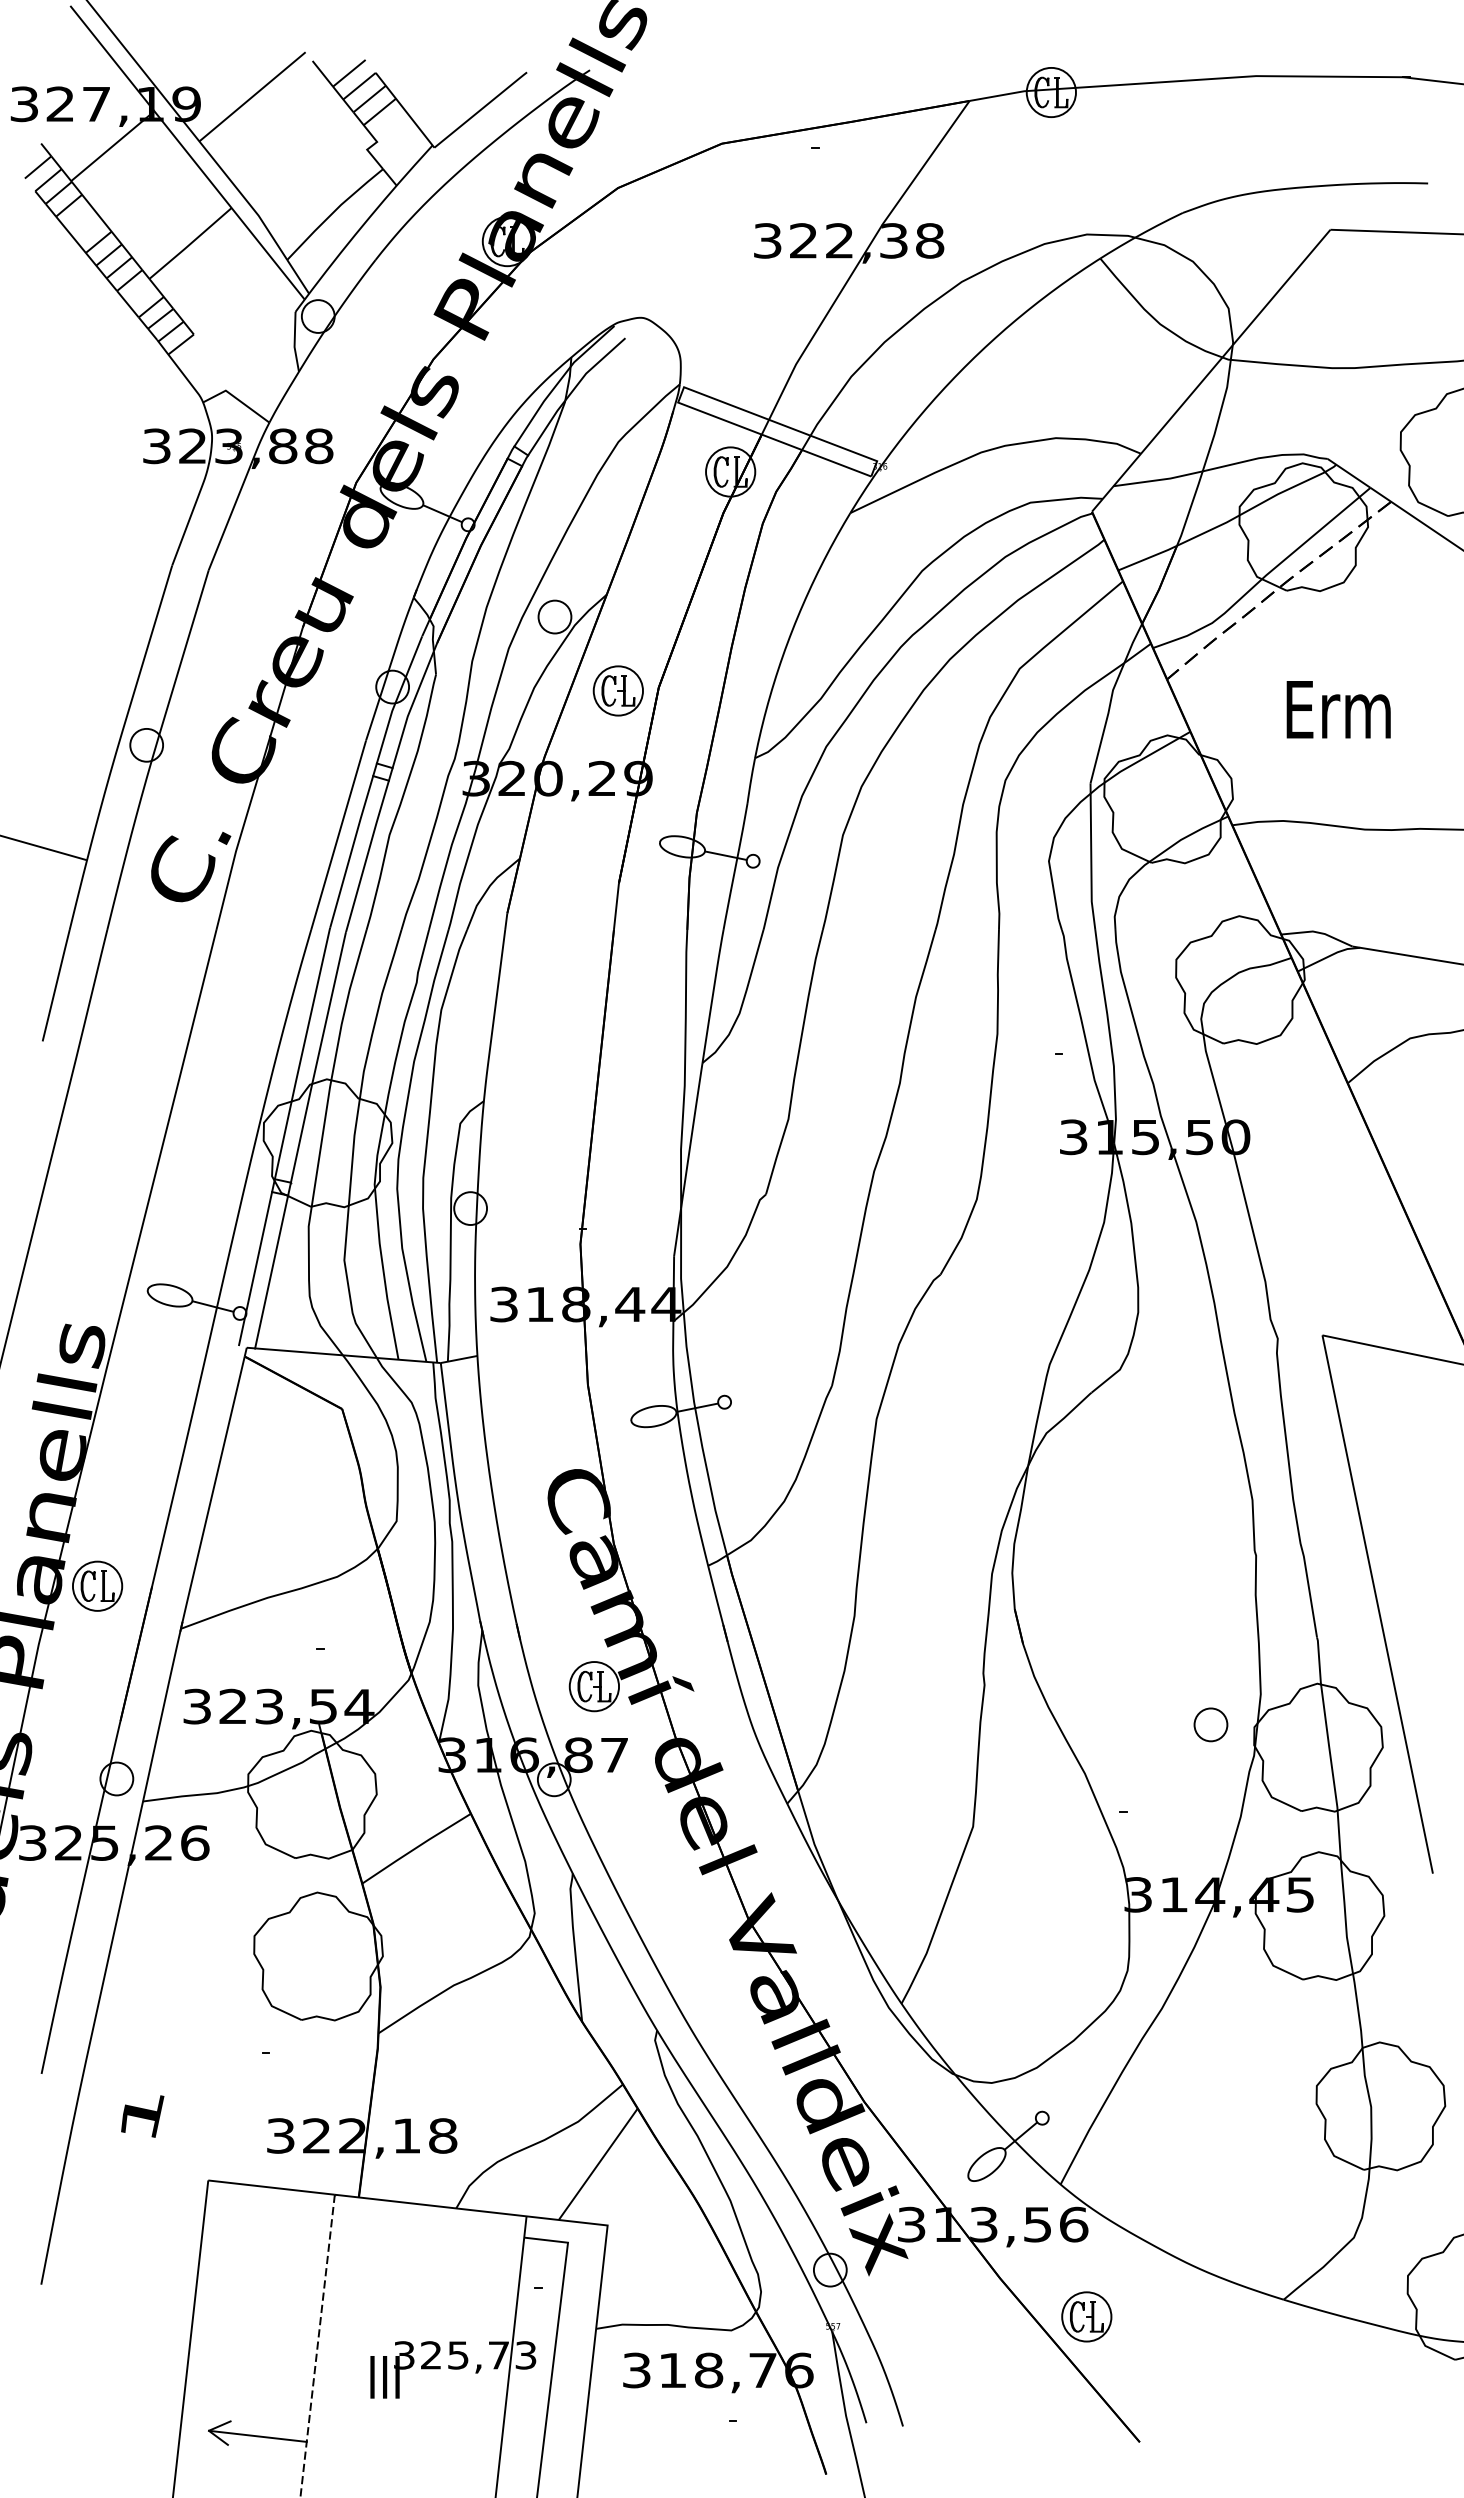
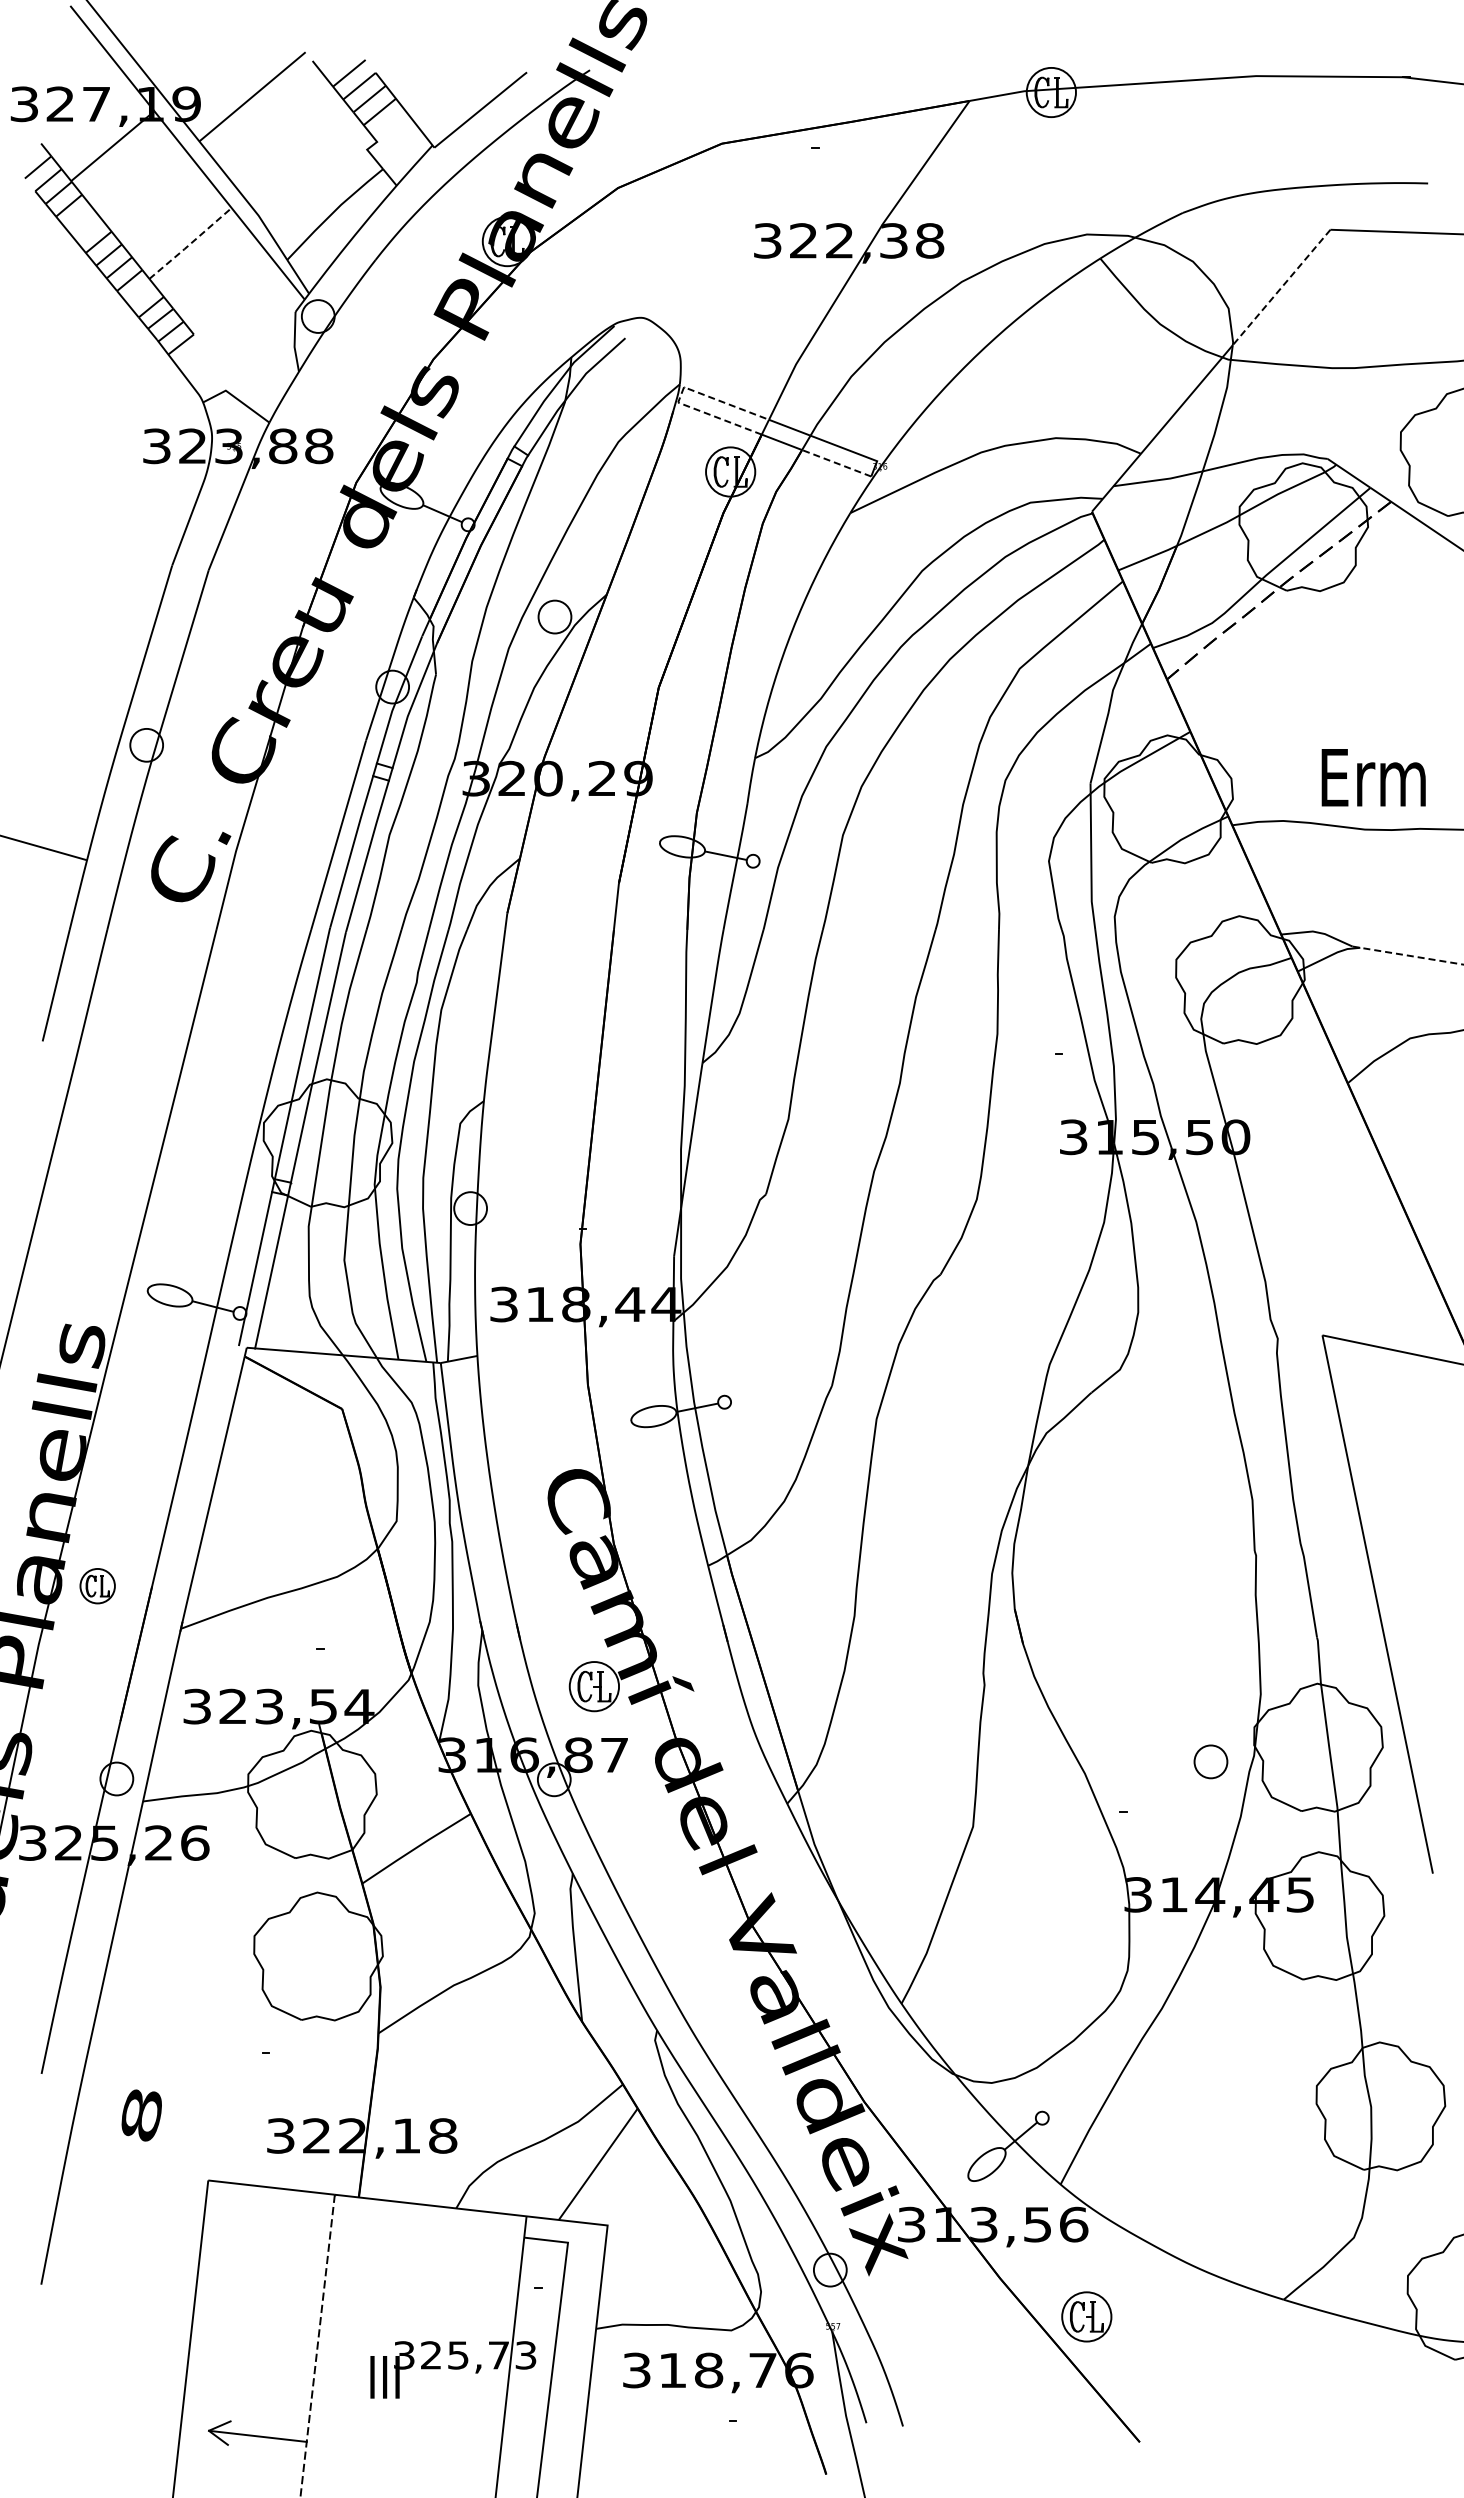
line at (190, 243): solid -> dashed
line at (1281, 287): solid -> dashed
line at (681, 393): solid -> dashed
line at (836, 463): solid -> dashed
part at (617, 690): present -> none
text at (1338, 709) position: (1338, 709) -> (1373, 777)
line at (1408, 955): solid -> dashed
part at (97, 1585) size: 52x52 px -> 37x37 px
part at (1210, 1724) position: (1210, 1724) -> (1210, 1761)
text at (142, 2115): 1 -> 8
